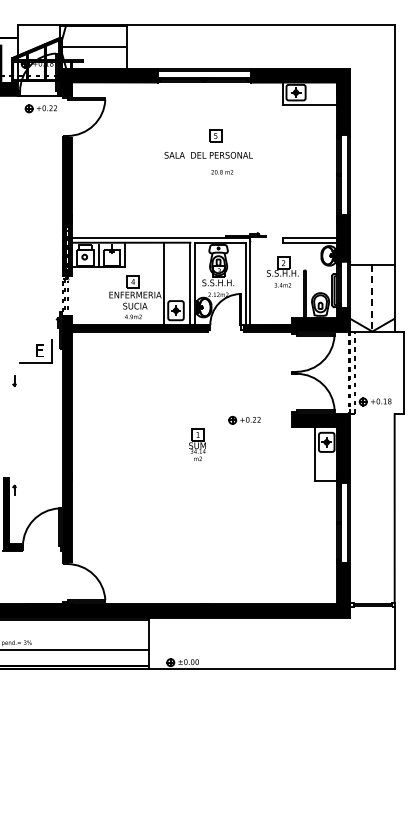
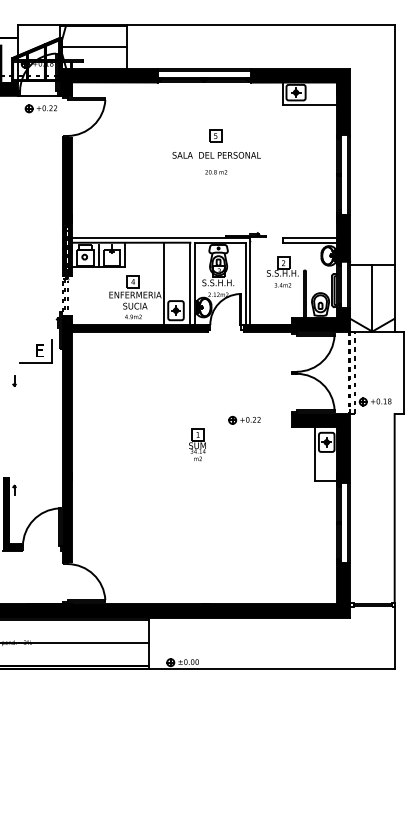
text at (208, 155) position: (208, 155) -> (216, 155)
text at (222, 172) position: (222, 172) -> (216, 172)
line at (372, 298): dashed -> solid
line at (75, 650) position: (75, 650) -> (75, 643)
